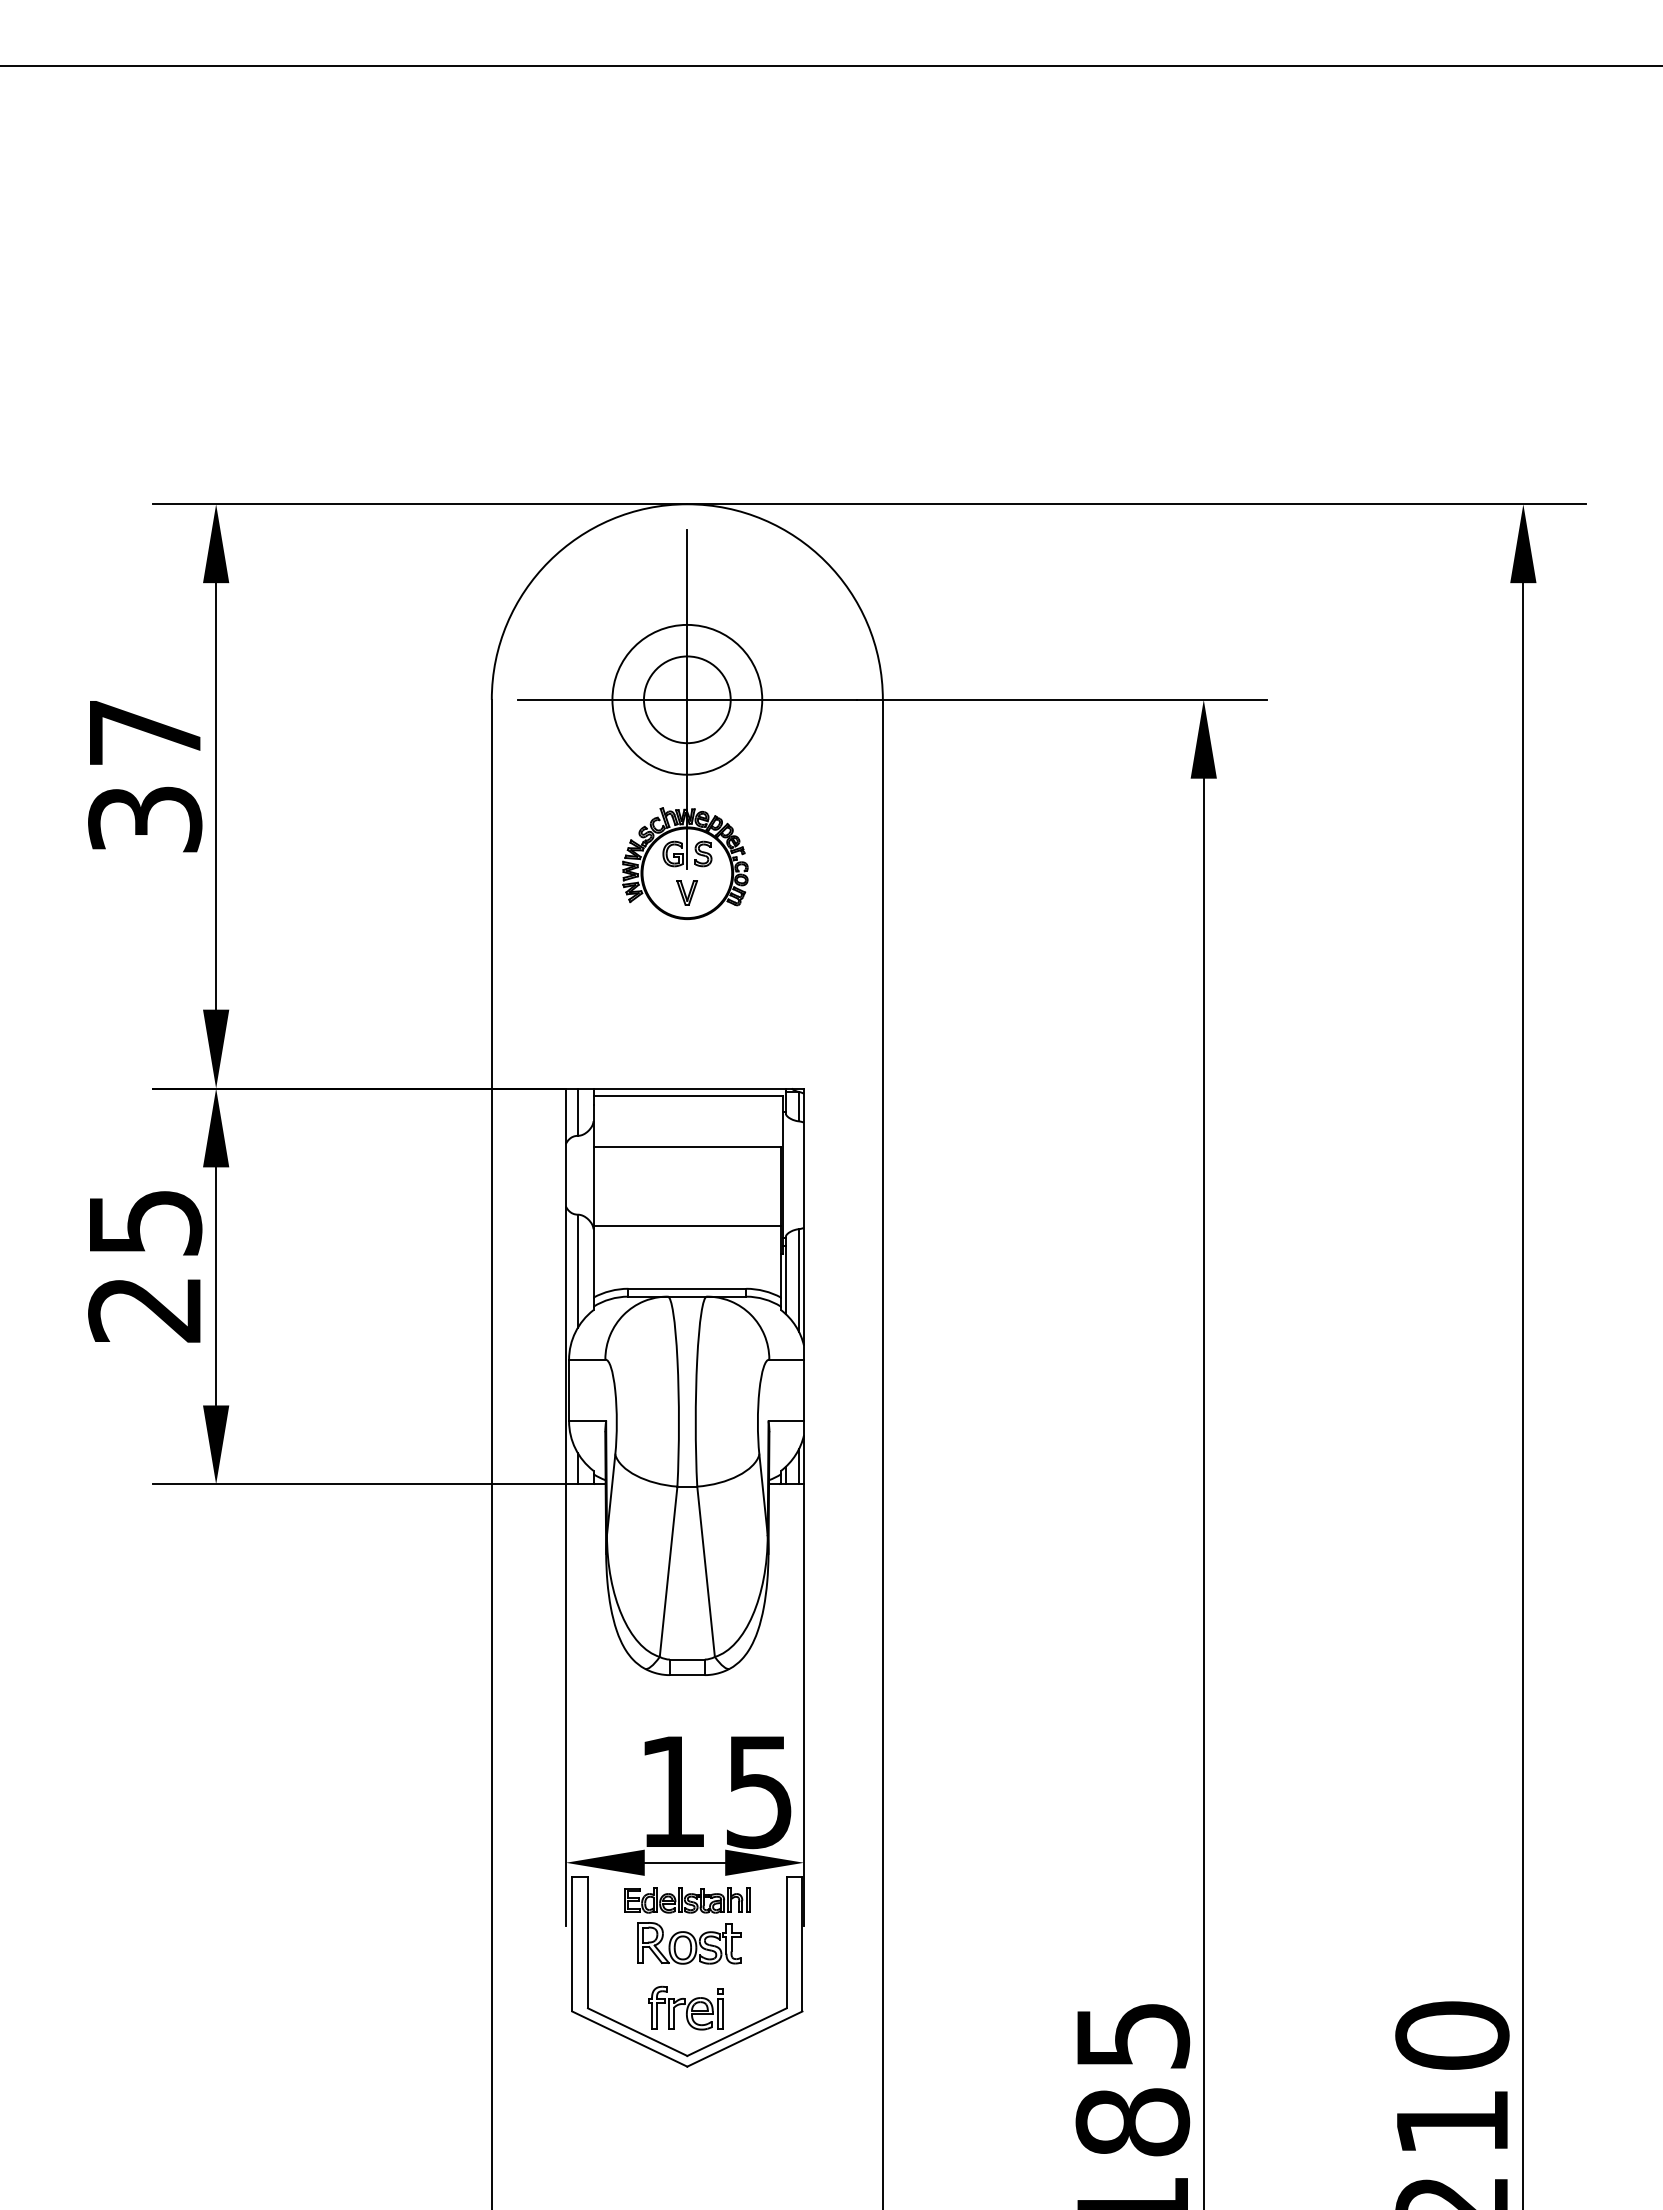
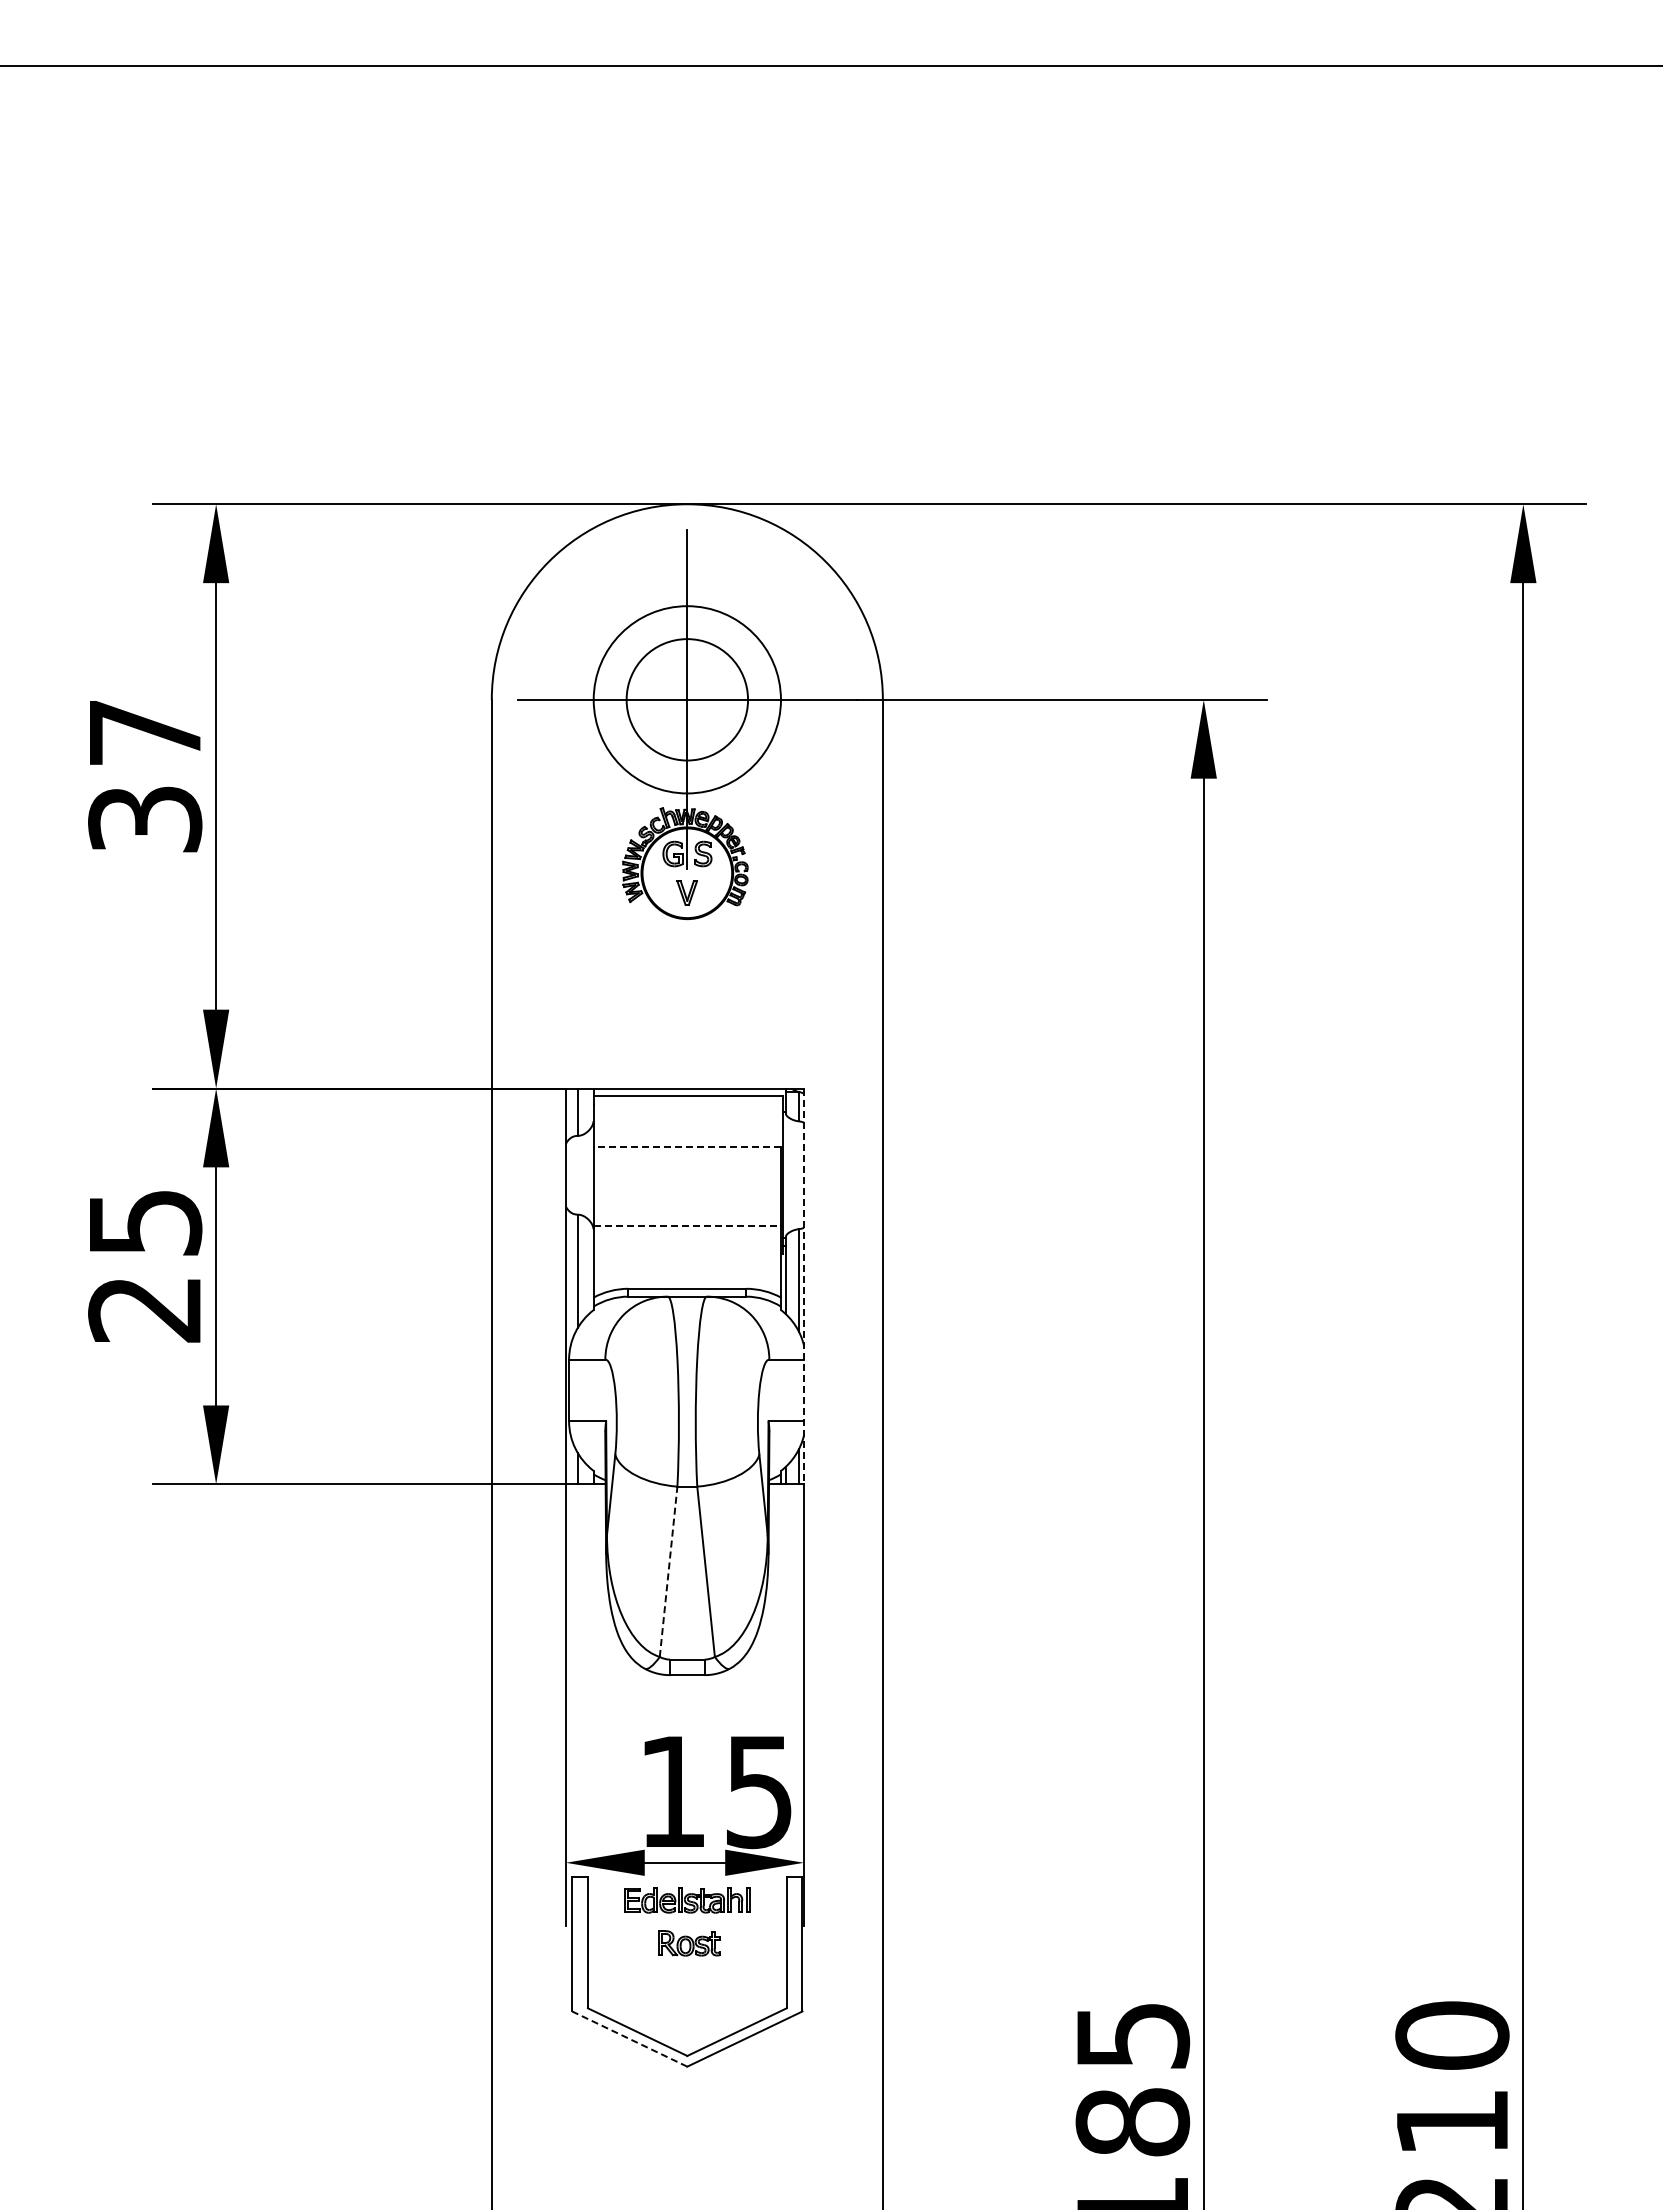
circle at (686, 699) diameter: 87 px -> 121 px
circle at (687, 699) diameter: 150 px -> 187 px
line at (687, 1146): solid -> dashed
line at (687, 1225): solid -> dashed
line at (804, 1286): solid -> dashed
line at (668, 1571): solid -> dashed
part at (689, 1943) size: 105x43 px -> 63x27 px
part at (685, 2007): present -> none
line at (629, 2039): solid -> dashed
